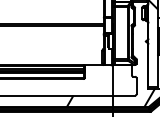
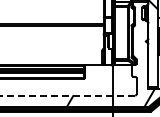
line at (67, 95): solid -> dashed
